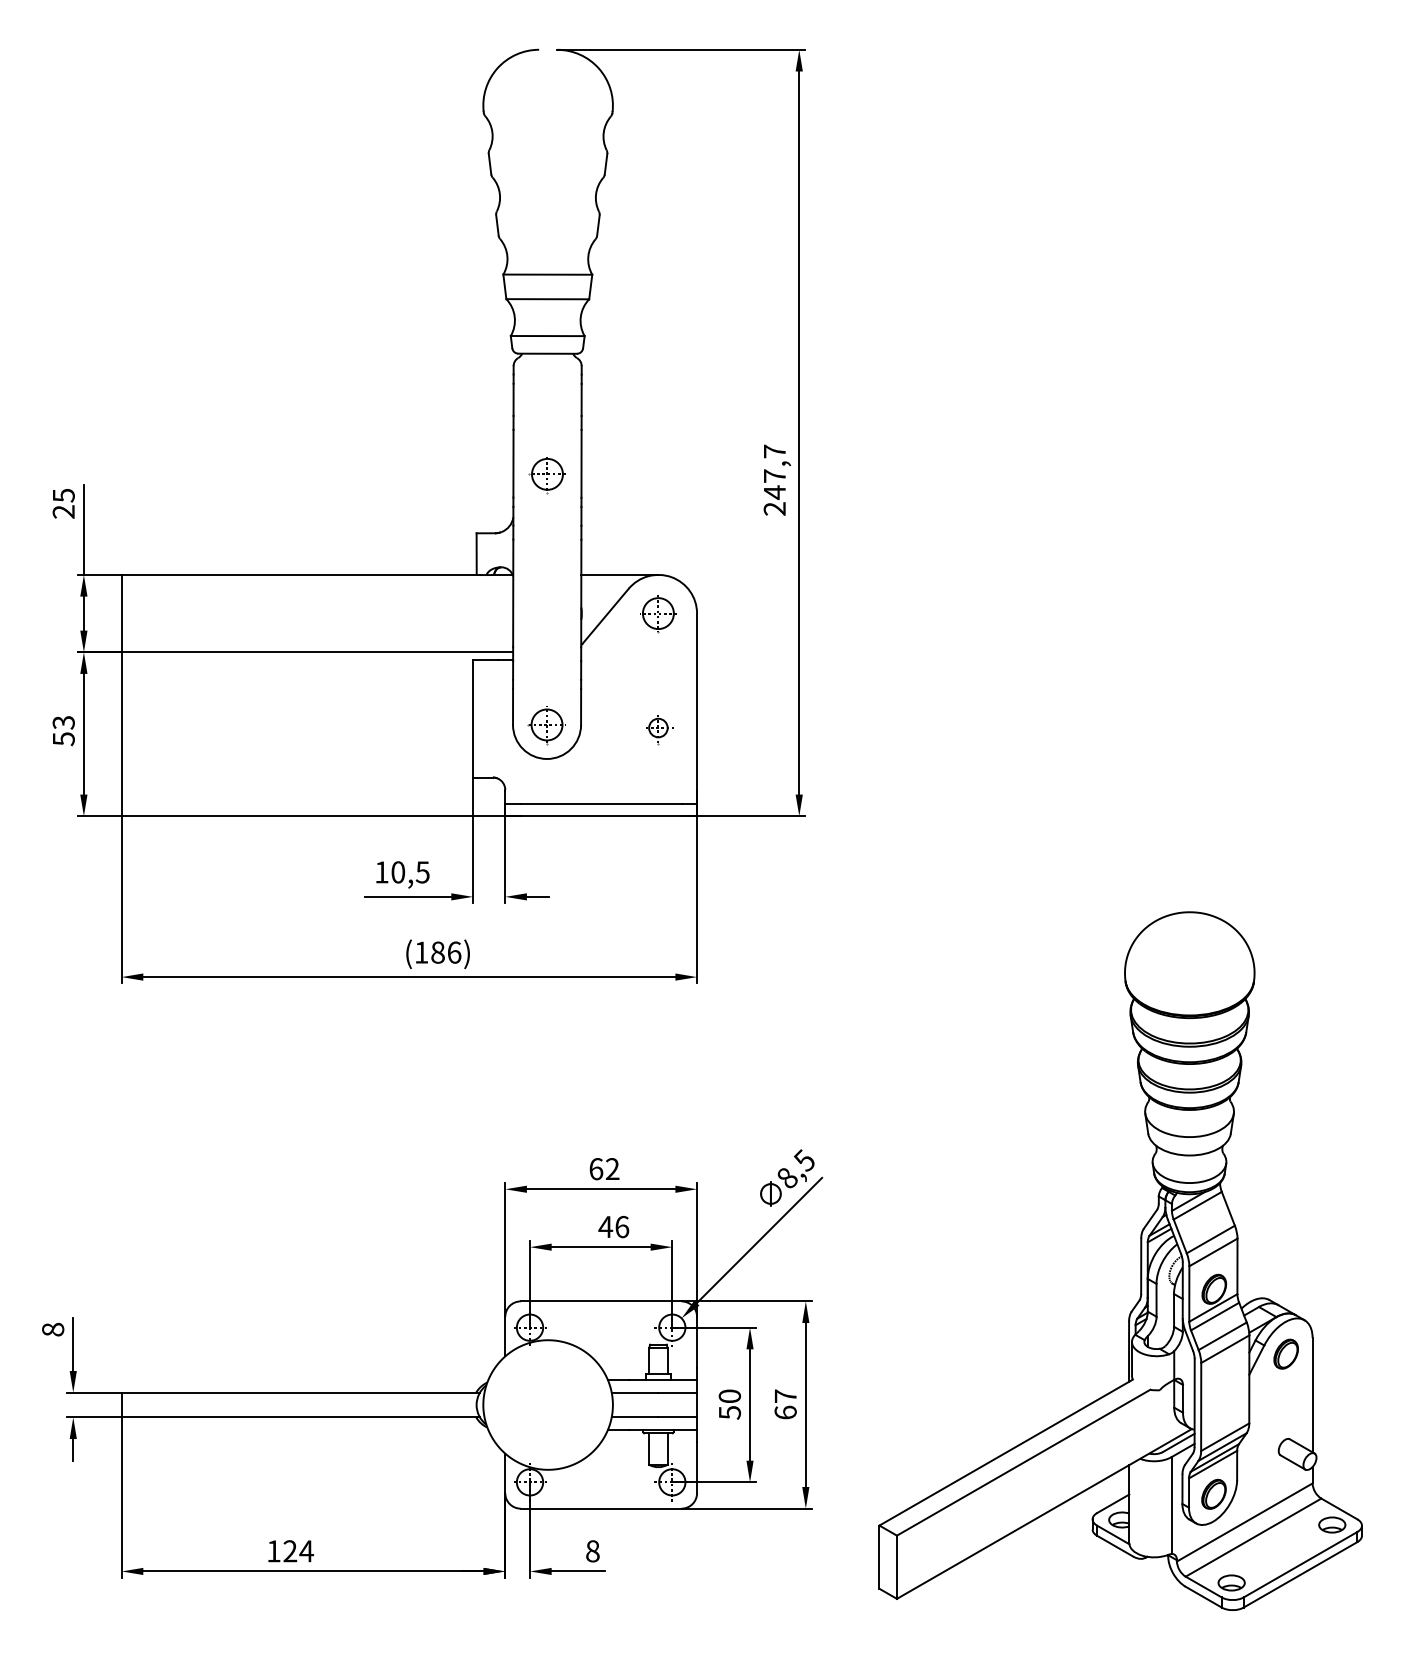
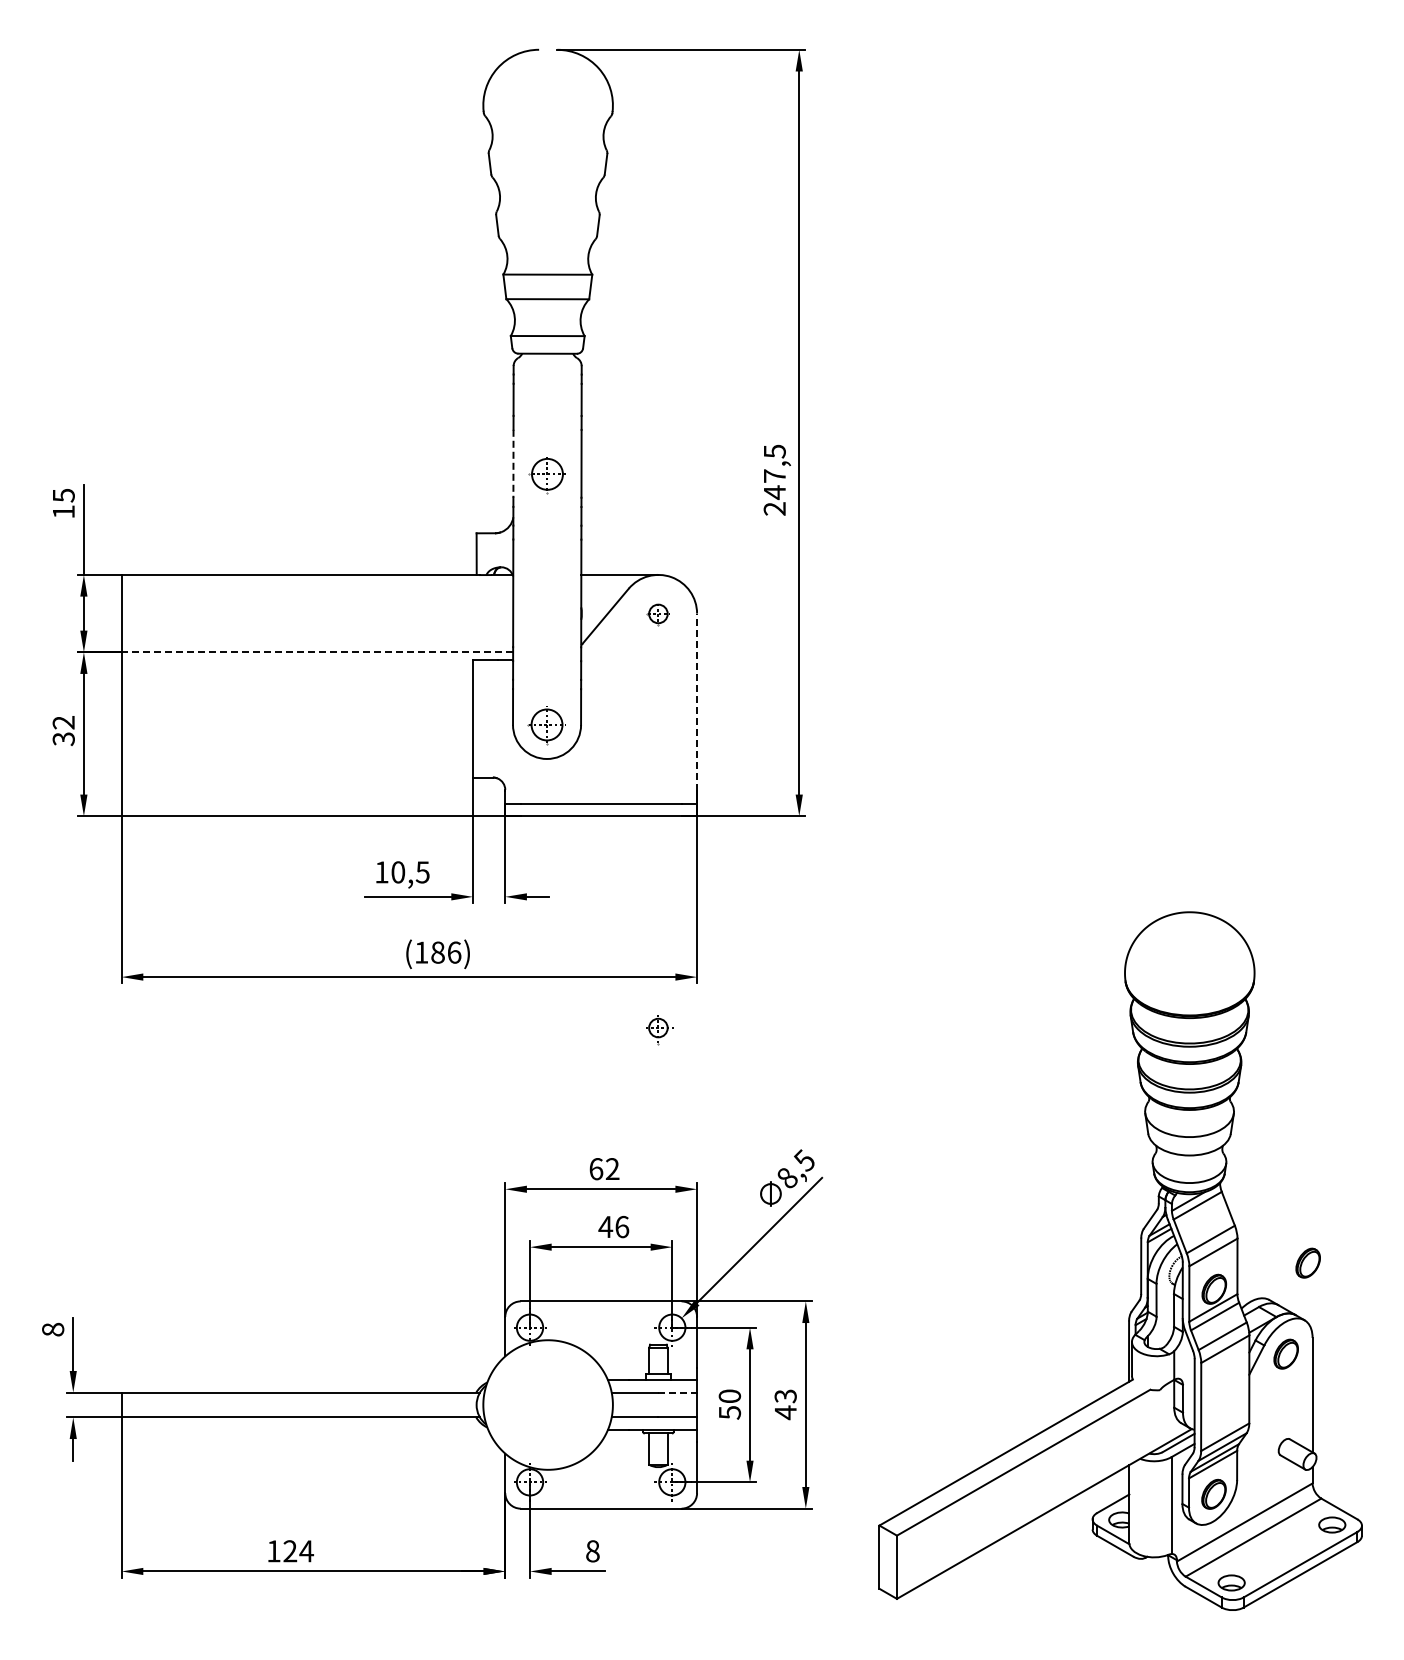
text at (774, 451): 247,7 -> 247,5
line at (513, 463): solid -> dashed
text at (63, 511): 25 -> 15
part at (658, 614) size: 37x39 px -> 24x24 px
line at (317, 652): solid -> dashed
line at (697, 702): solid -> dashed
text at (63, 730): 53 -> 32
part at (659, 730) position: (659, 730) -> (659, 1030)
part at (1307, 1262): none -> present
line at (678, 1392): solid -> dashed
text at (785, 1404): 67 -> 43
